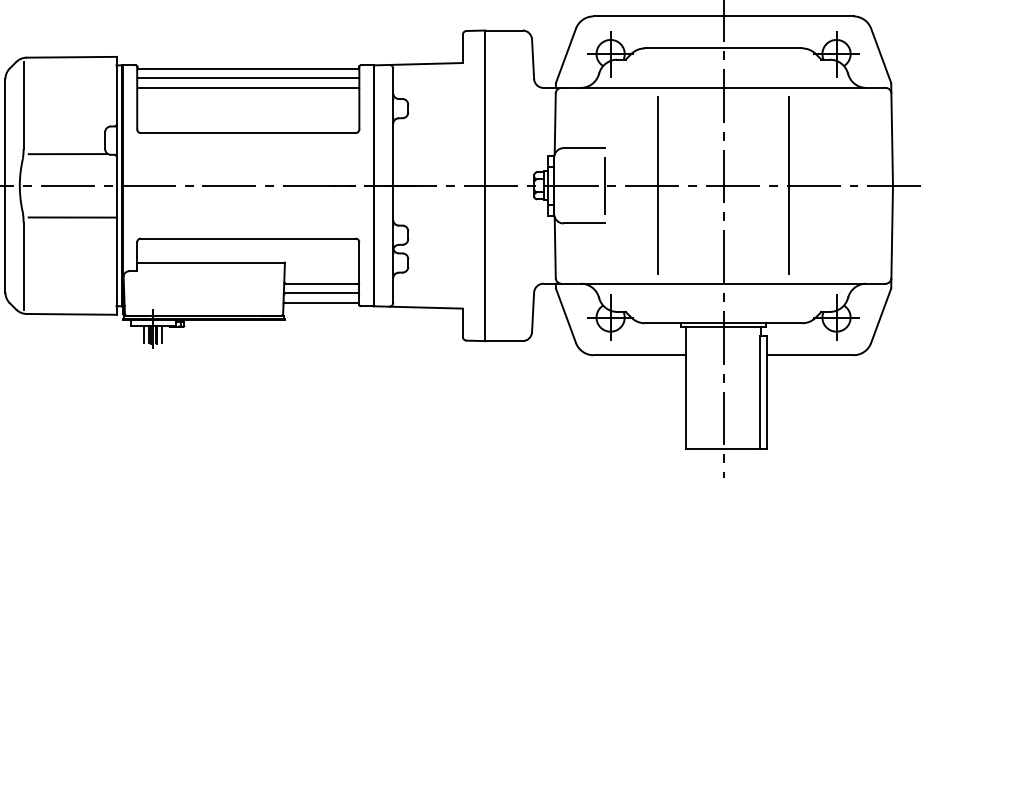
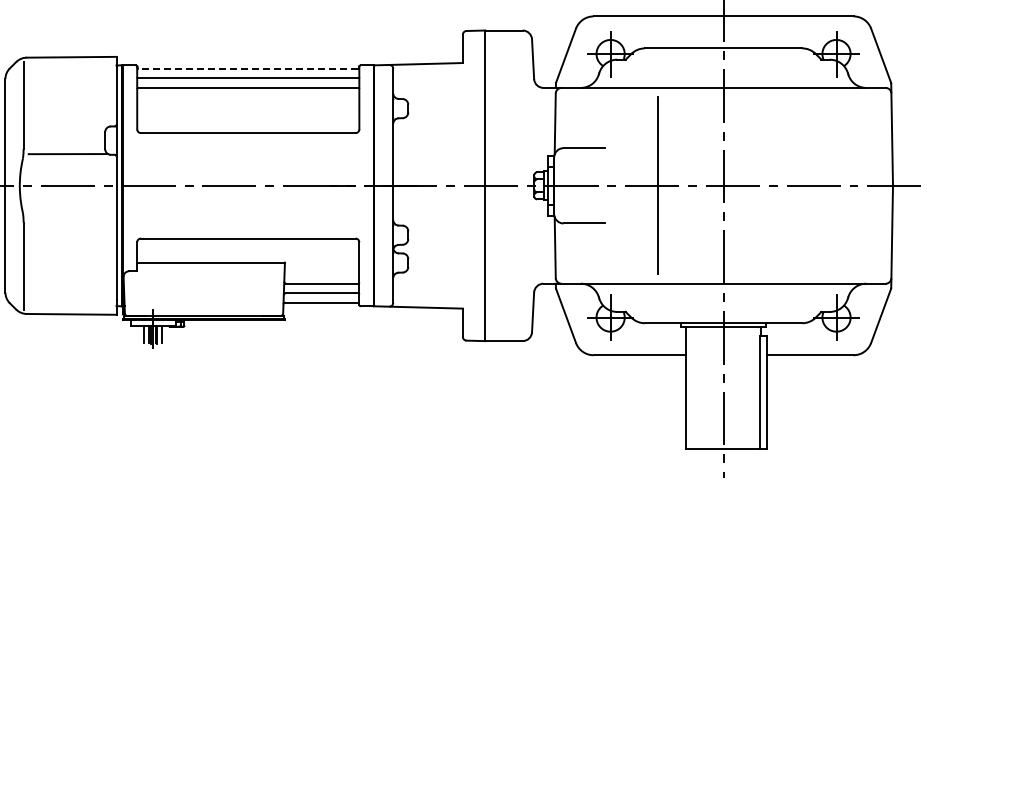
line at (248, 69): solid -> dashed
line at (604, 185): present -> none
line at (789, 185): present -> none
line at (72, 217): present -> none
